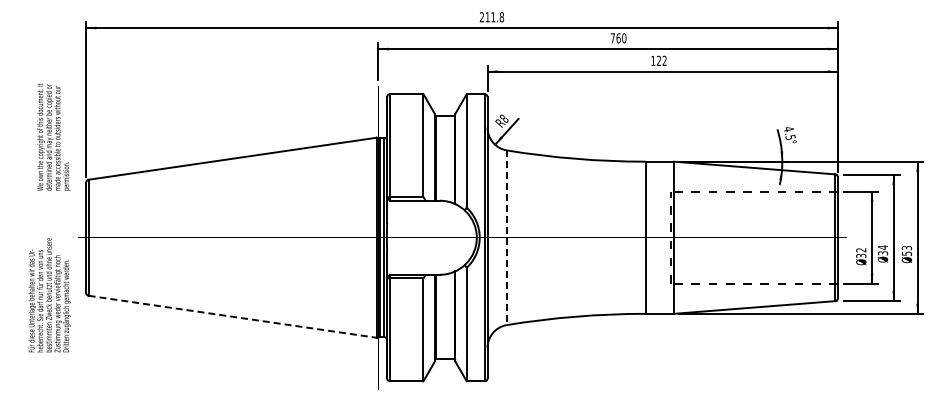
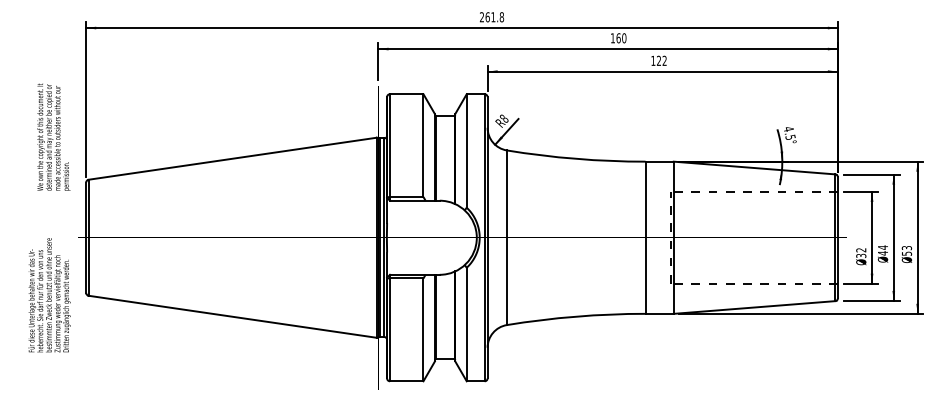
text at (487, 17): 211.8 -> 261.8
text at (612, 38): 760 -> 160
line at (506, 238): dashed -> solid
text at (882, 253): 34 -> 44
line at (232, 316): dashed -> solid
